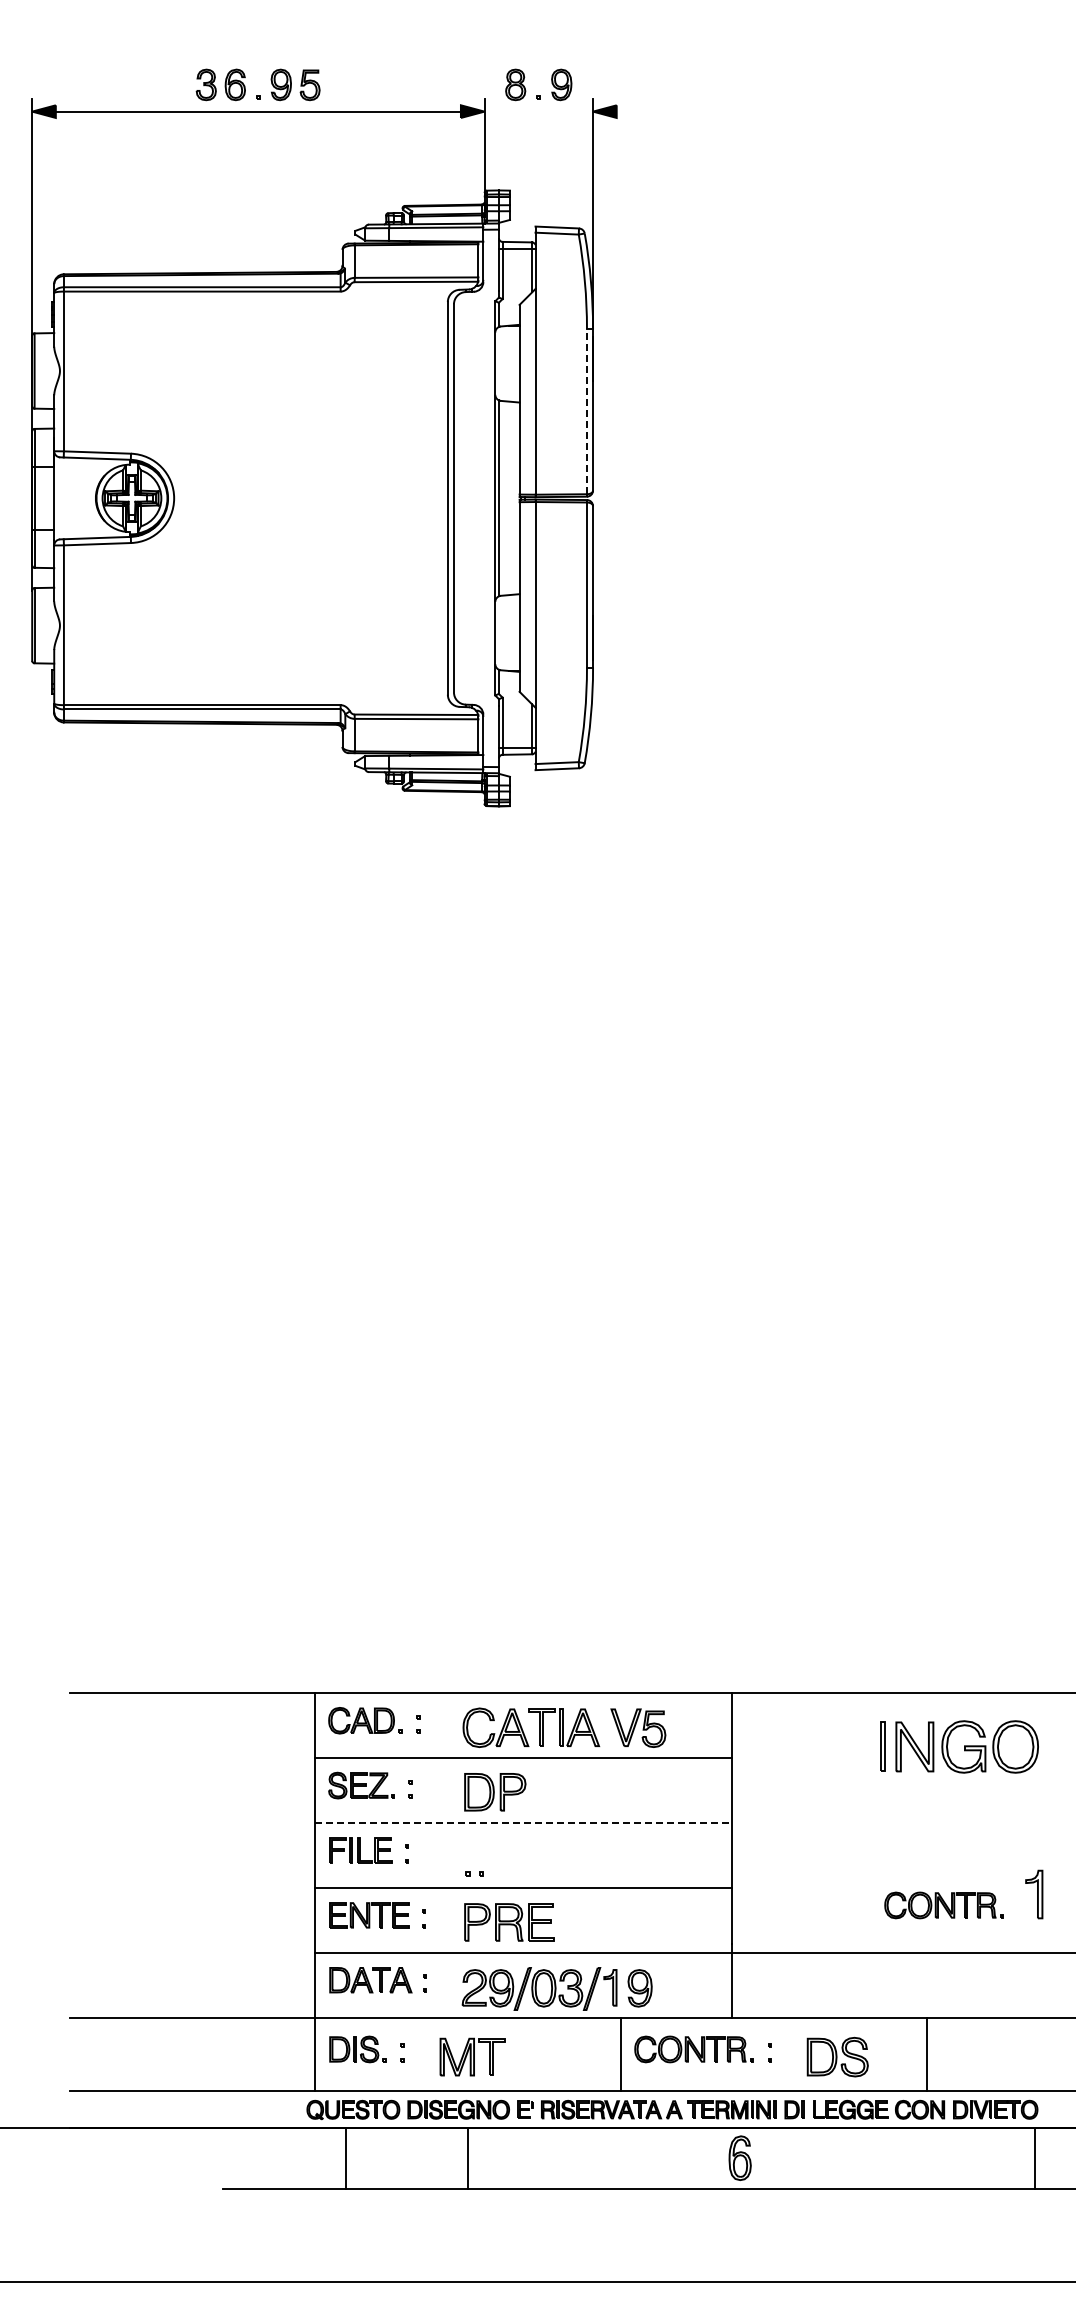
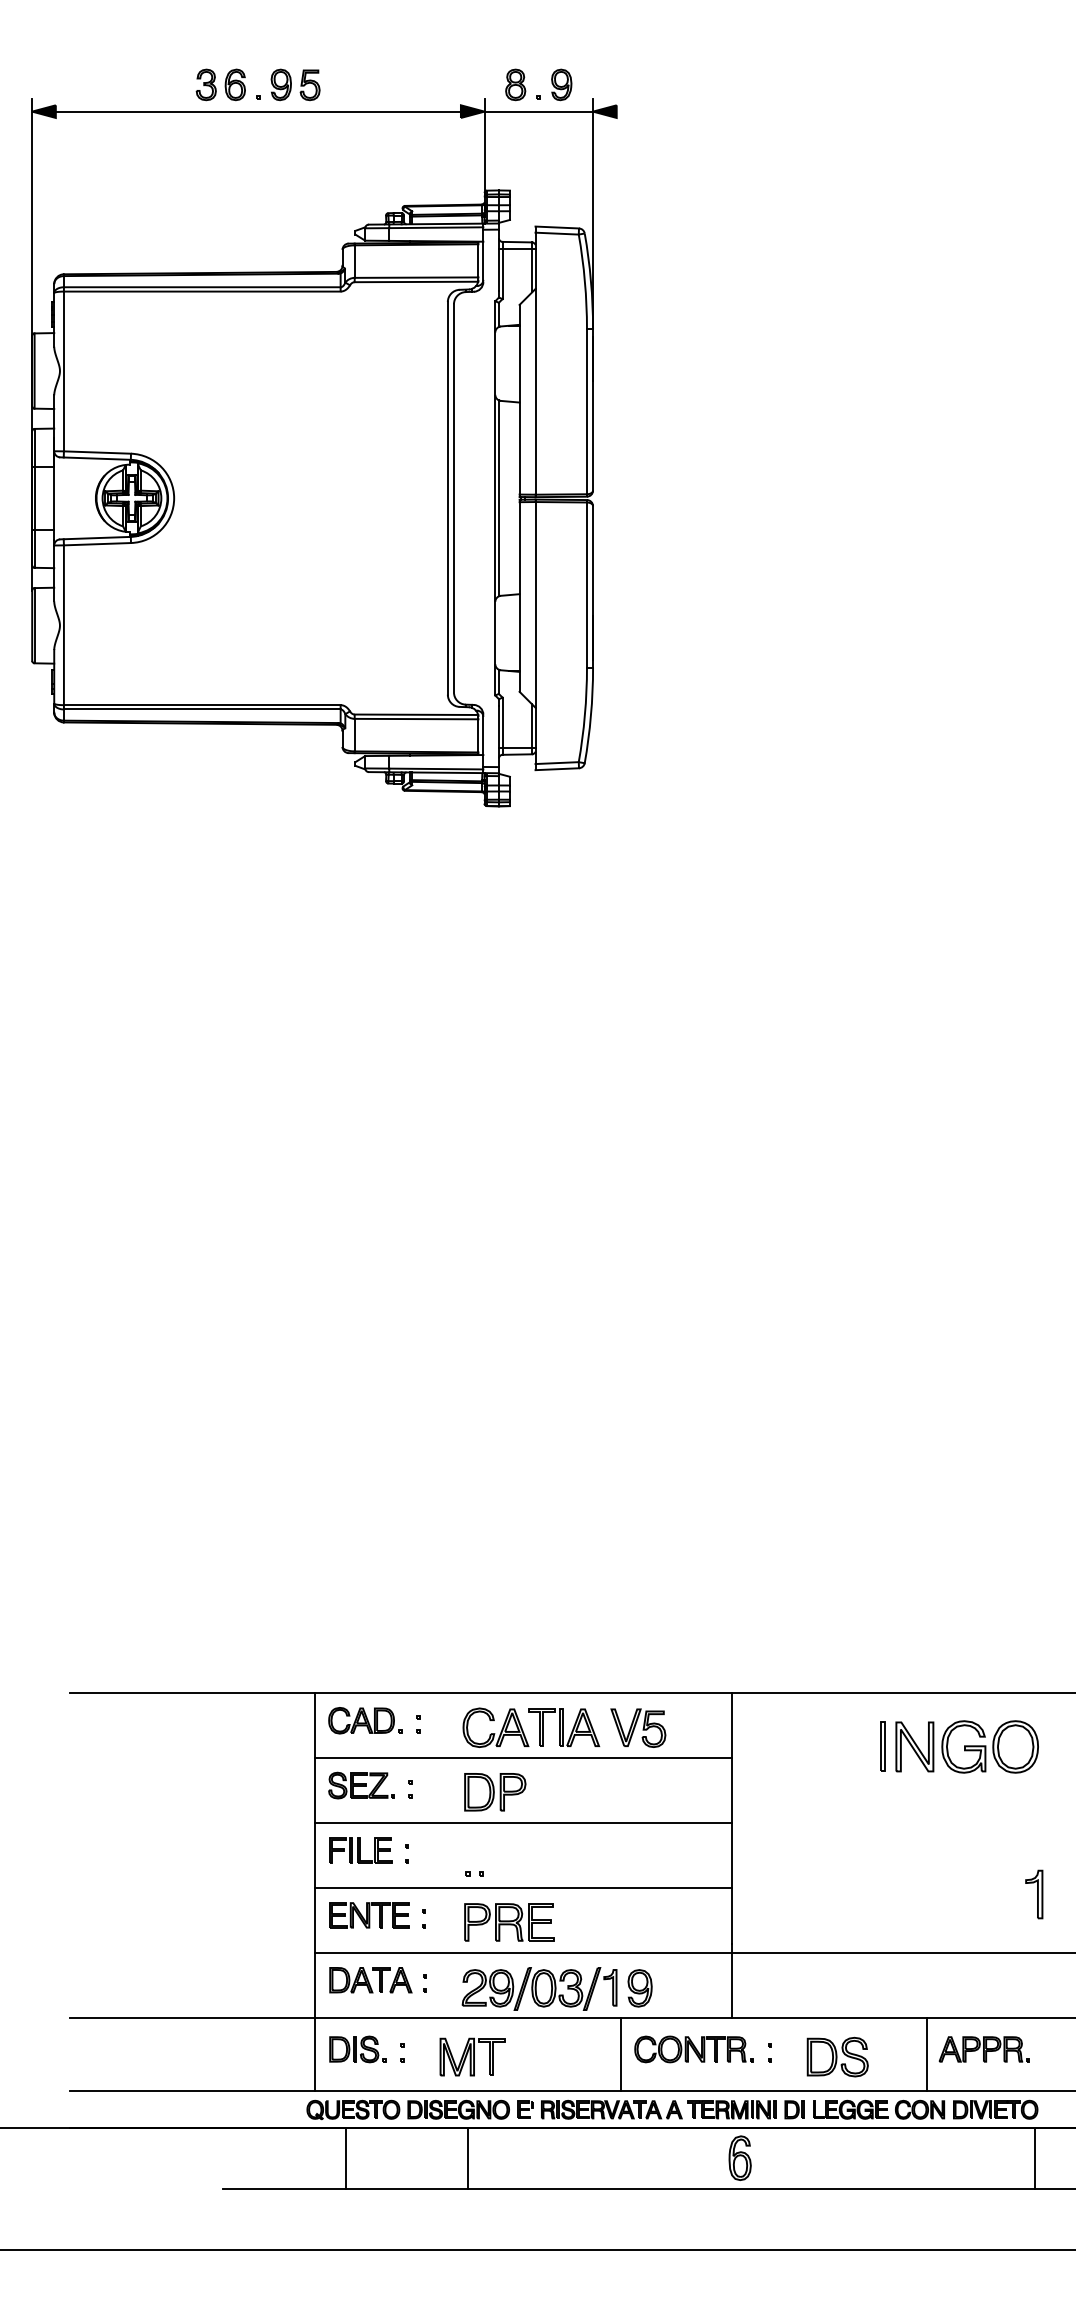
line at (538, 111): none -> present
line at (586, 411): dashed -> solid
line at (523, 1823): dashed -> solid
part at (943, 1905): present -> none
part at (983, 2049): none -> present
line at (537, 2282) position: (537, 2282) -> (537, 2250)
